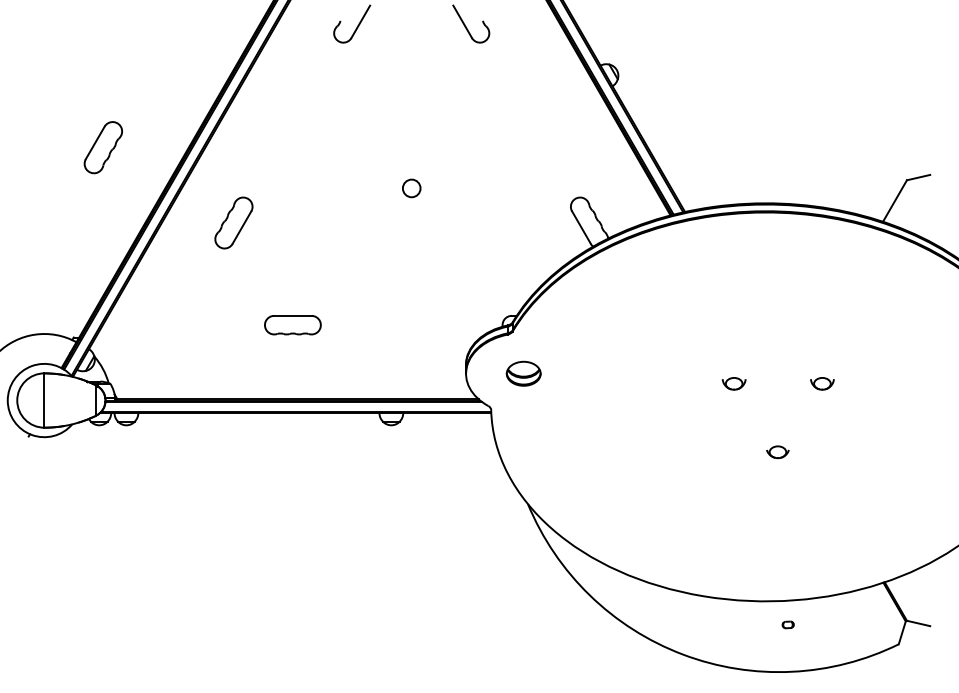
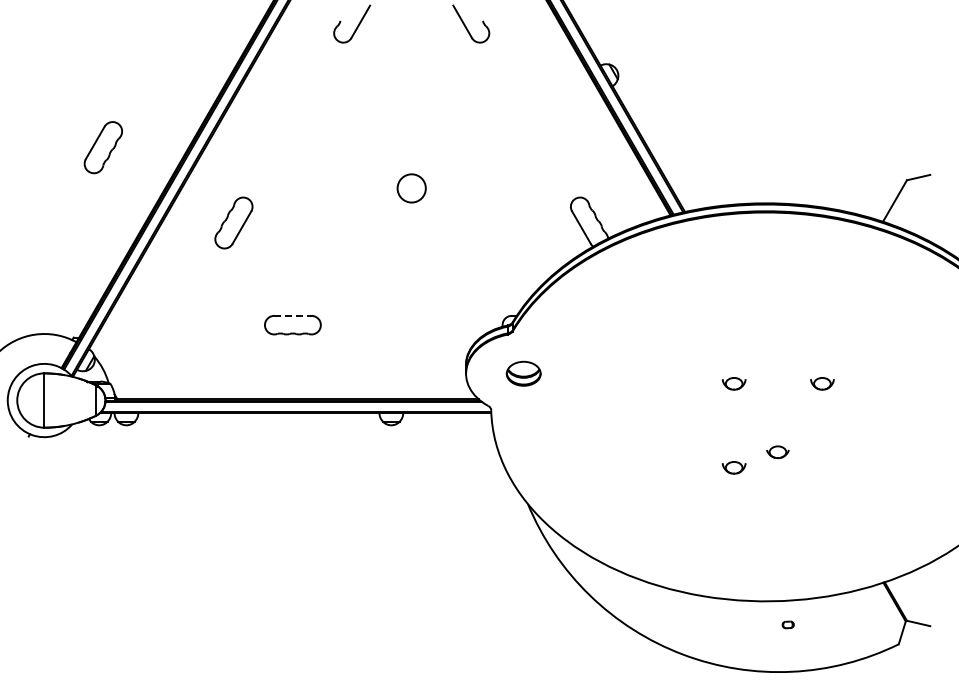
circle at (411, 188) diameter: 18 px -> 28 px
line at (292, 315): solid -> dashed
part at (733, 467): none -> present
